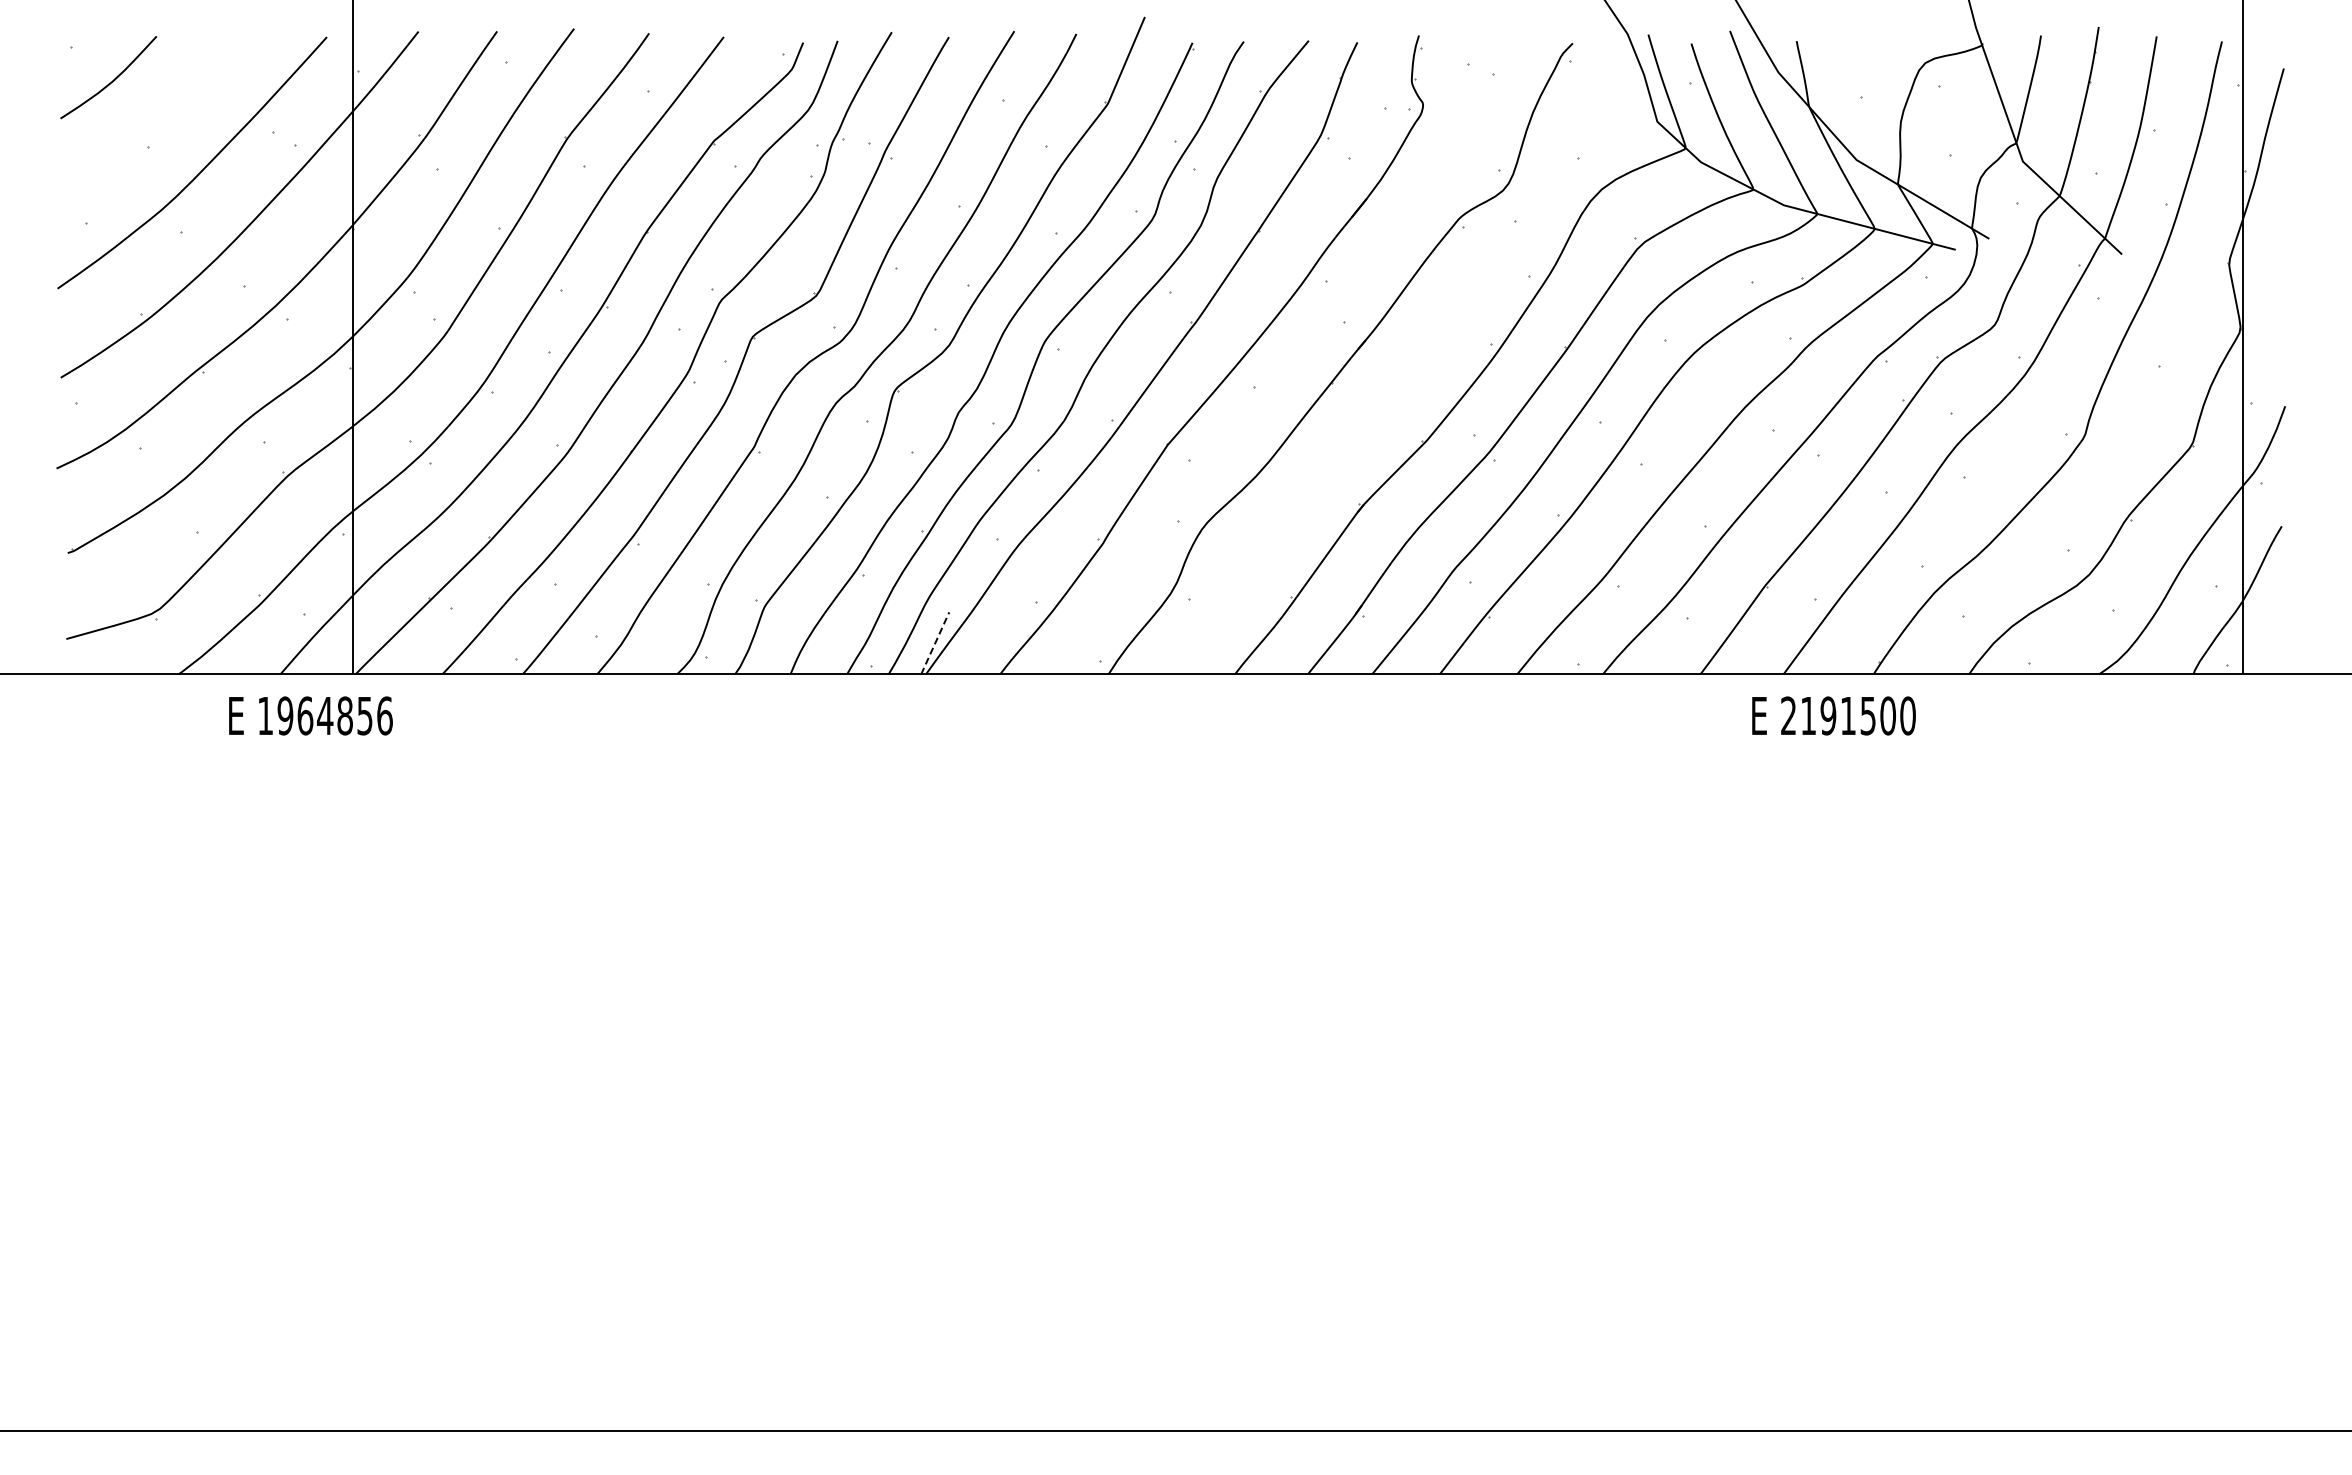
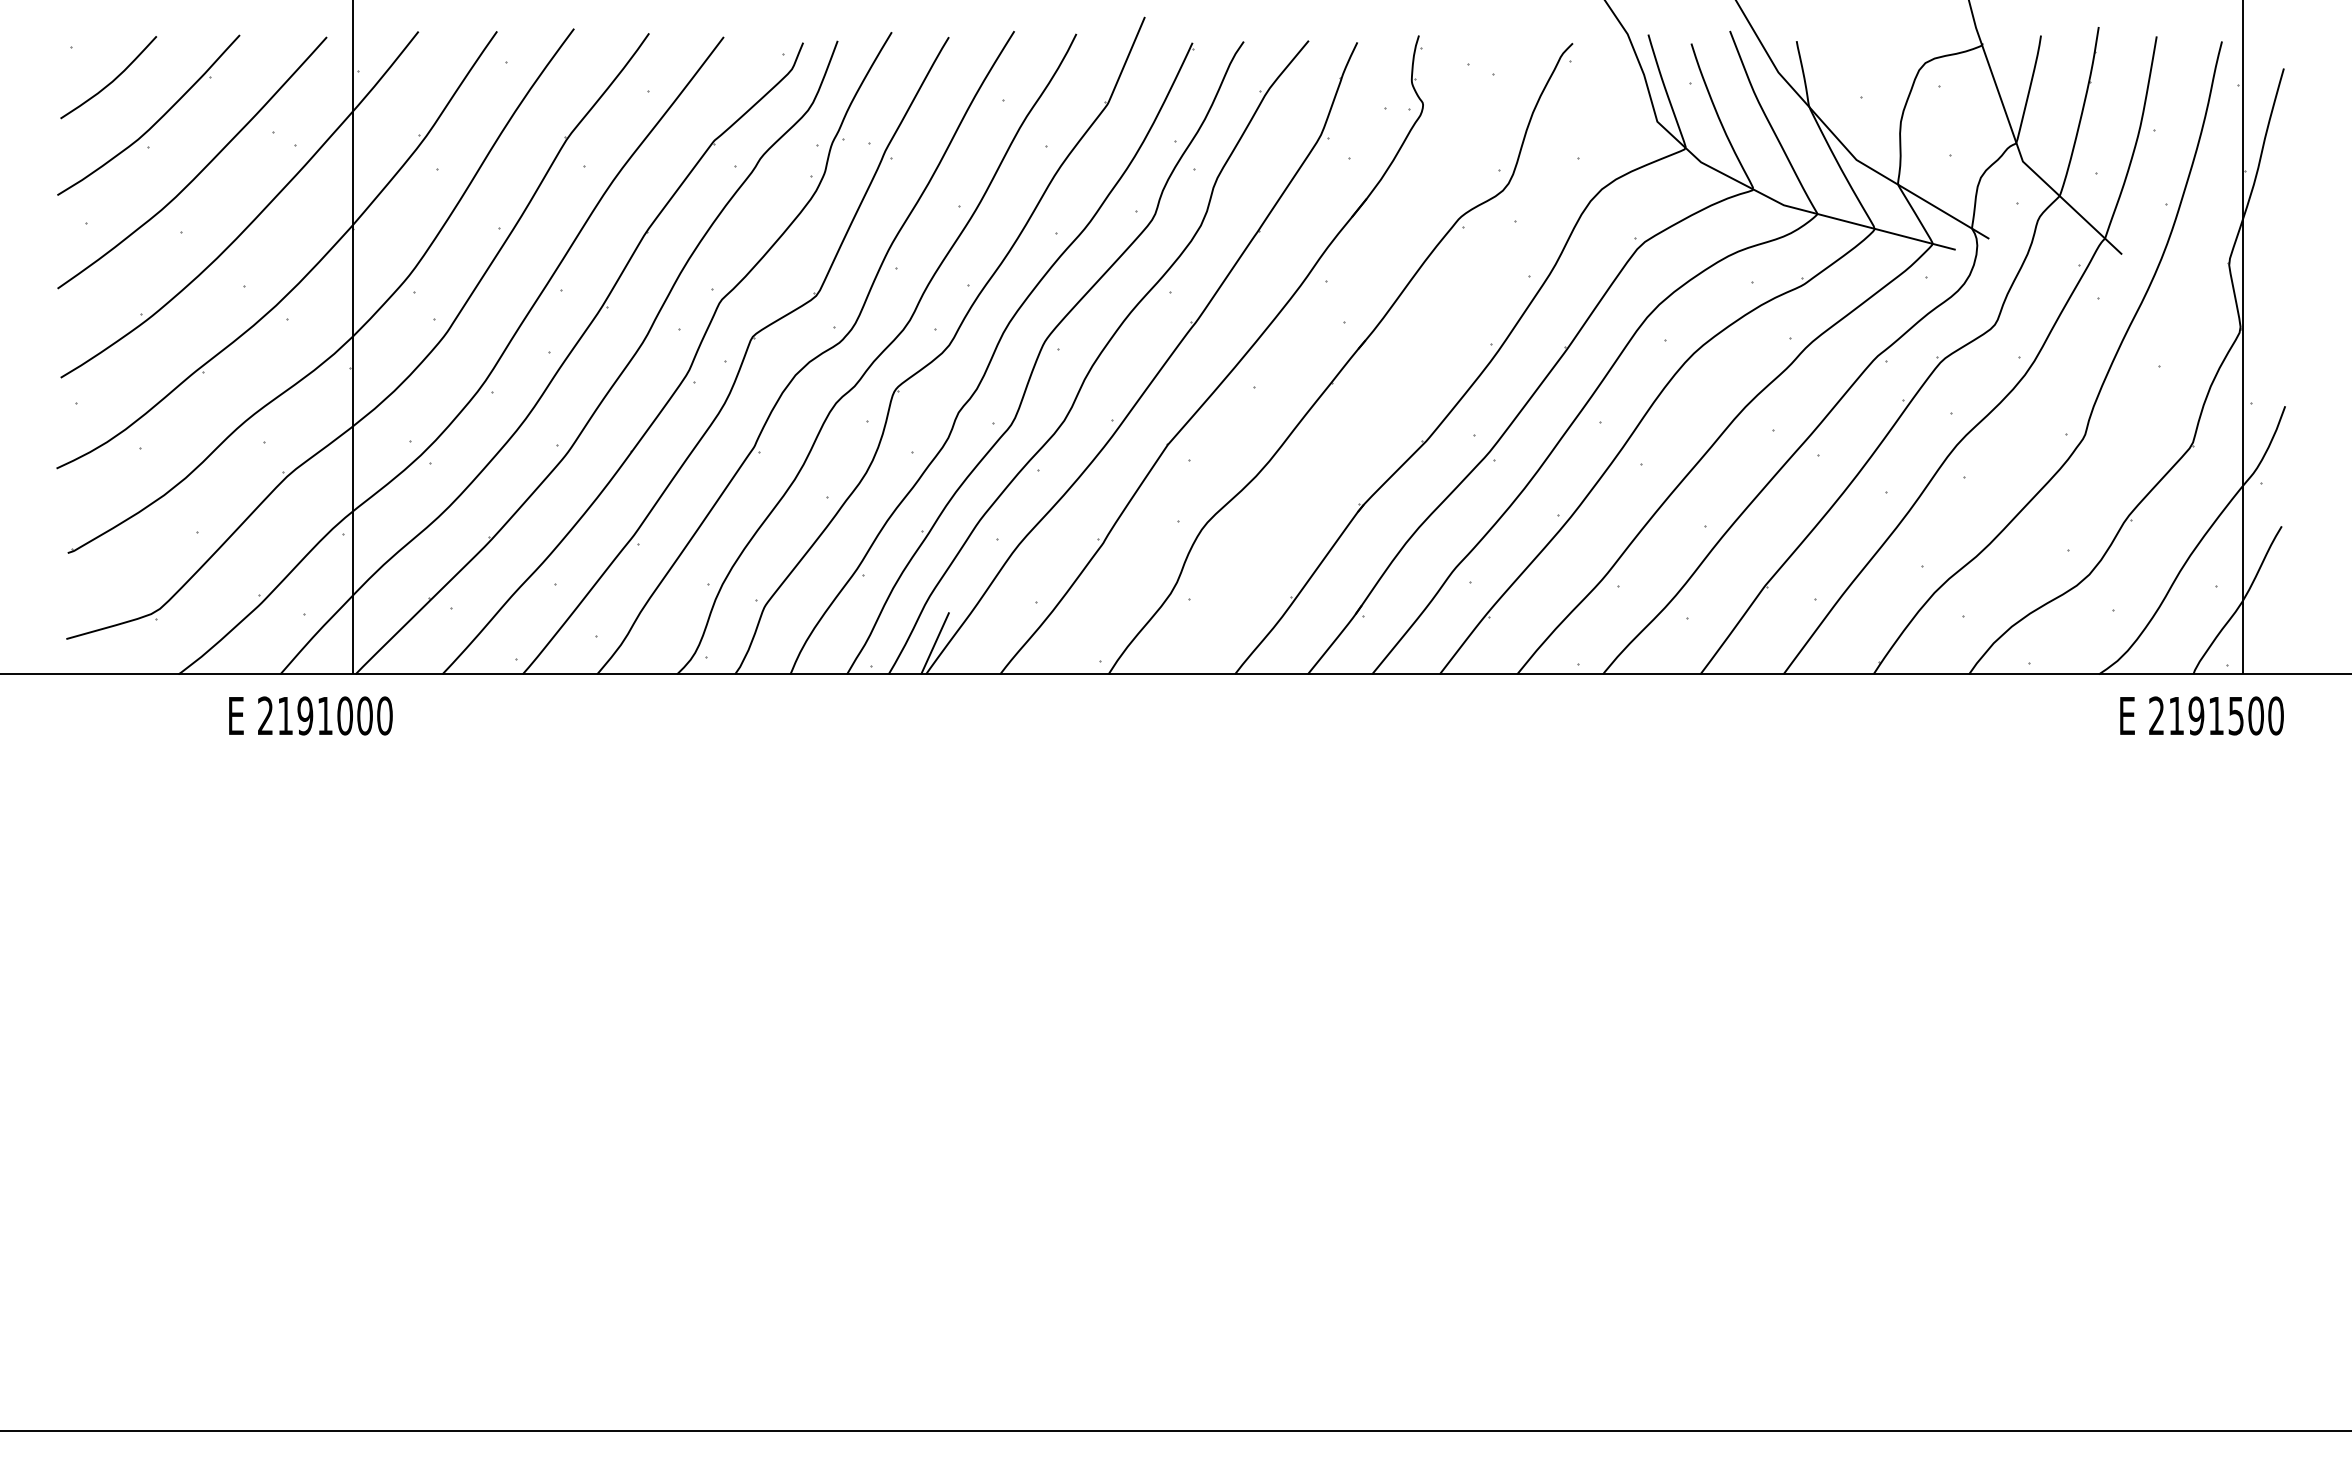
part at (156, 121): none -> present
line at (935, 642): dashed -> solid
text at (325, 715): 1964856 -> 2191000
text at (1833, 715) position: (1833, 715) -> (2201, 715)
